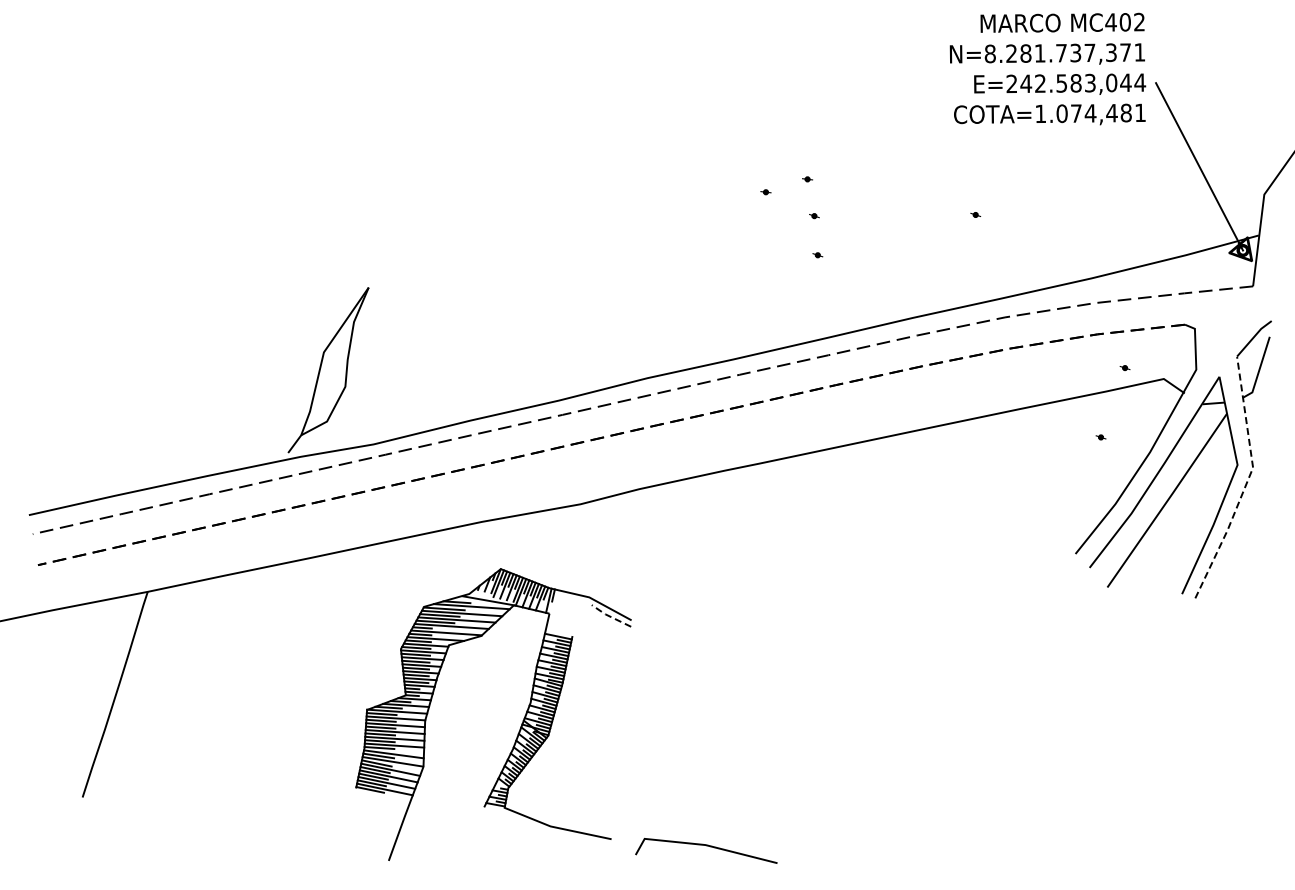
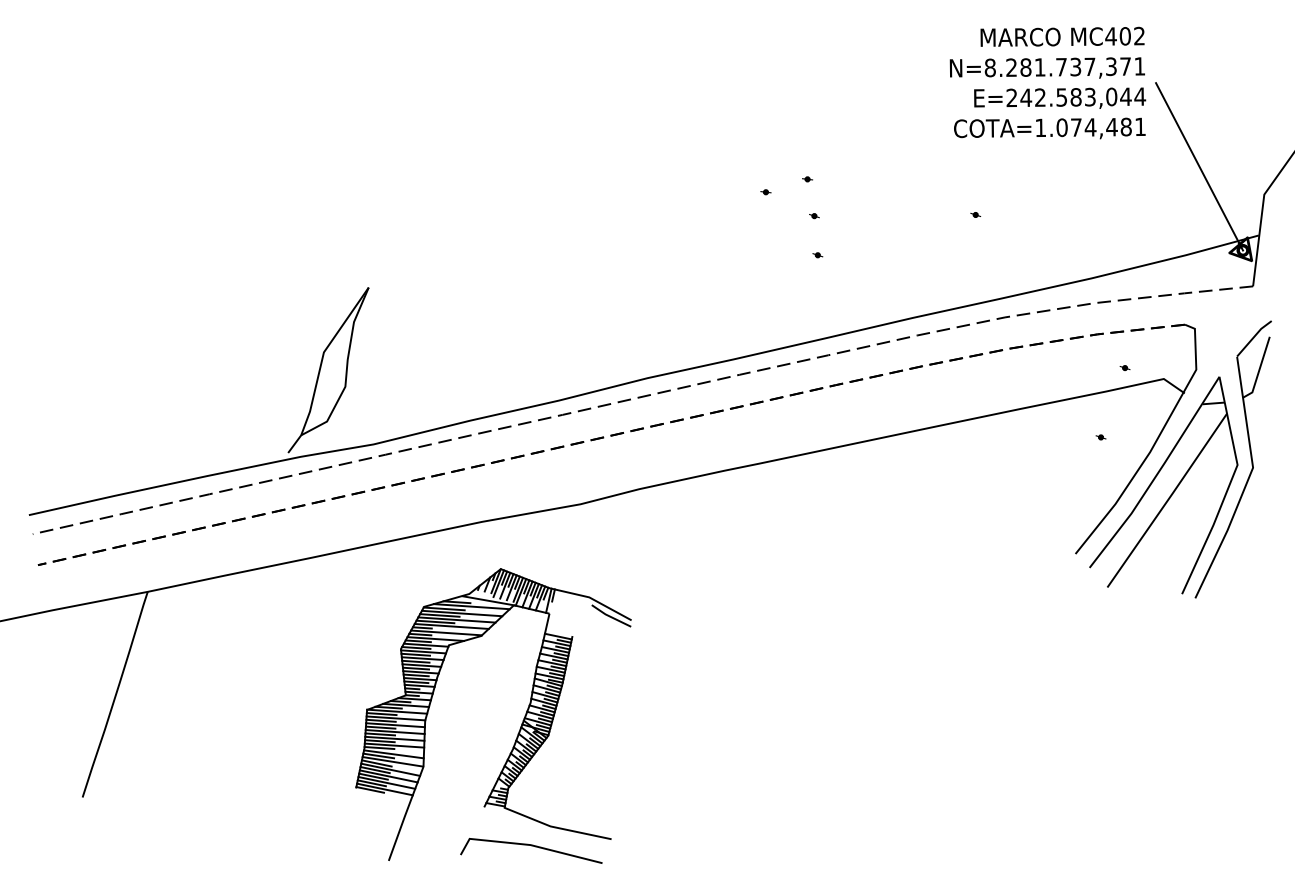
text at (1047, 68) position: (1047, 68) -> (1047, 82)
line at (1247, 482): dashed -> solid
line at (609, 616): dashed -> solid
line at (706, 846) position: (706, 846) -> (531, 846)
